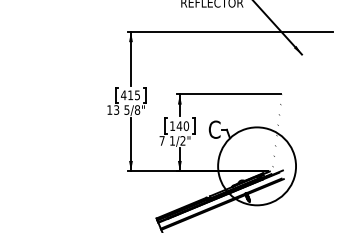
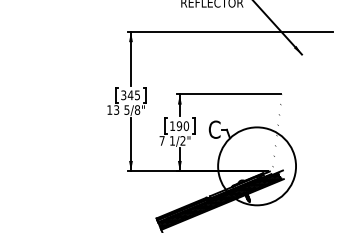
text at (126, 95): 415 -> 345
text at (179, 126): 140 -> 190
hatch at (219, 200): none -> present
